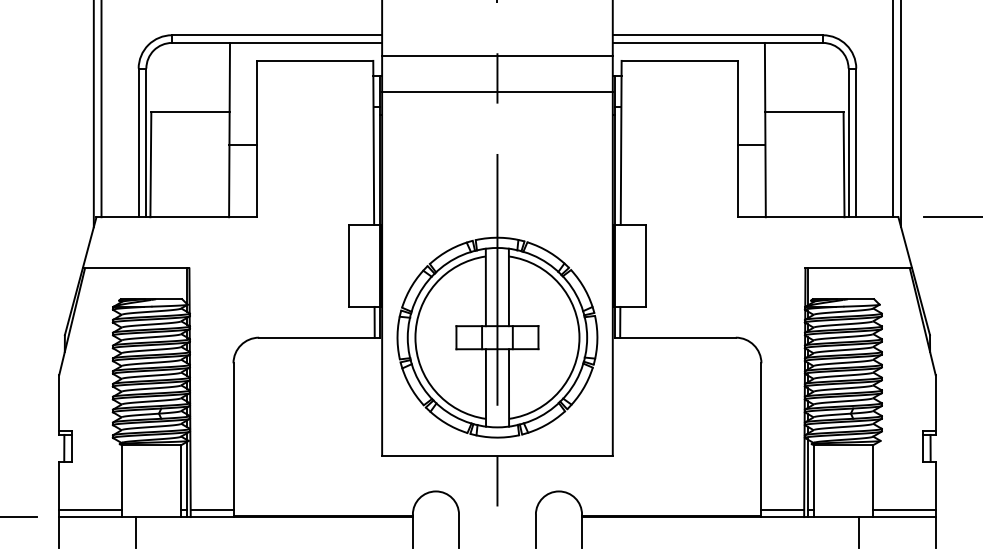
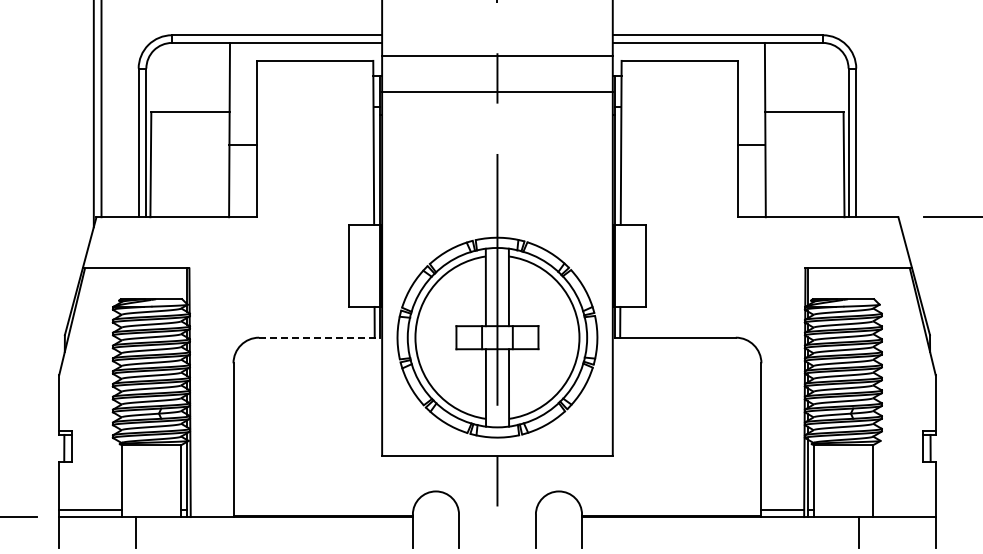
line at (893, 109): present -> none
line at (901, 114): present -> none
line at (319, 337): solid -> dashed
line at (211, 509): present -> none
line at (903, 510): present -> none
